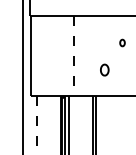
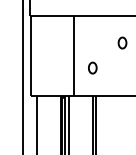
part at (122, 42) size: 7x10 px -> 11x14 px
line at (73, 56): dashed -> solid
part at (104, 69) position: (104, 69) -> (92, 67)
line at (36, 125): dashed -> solid
